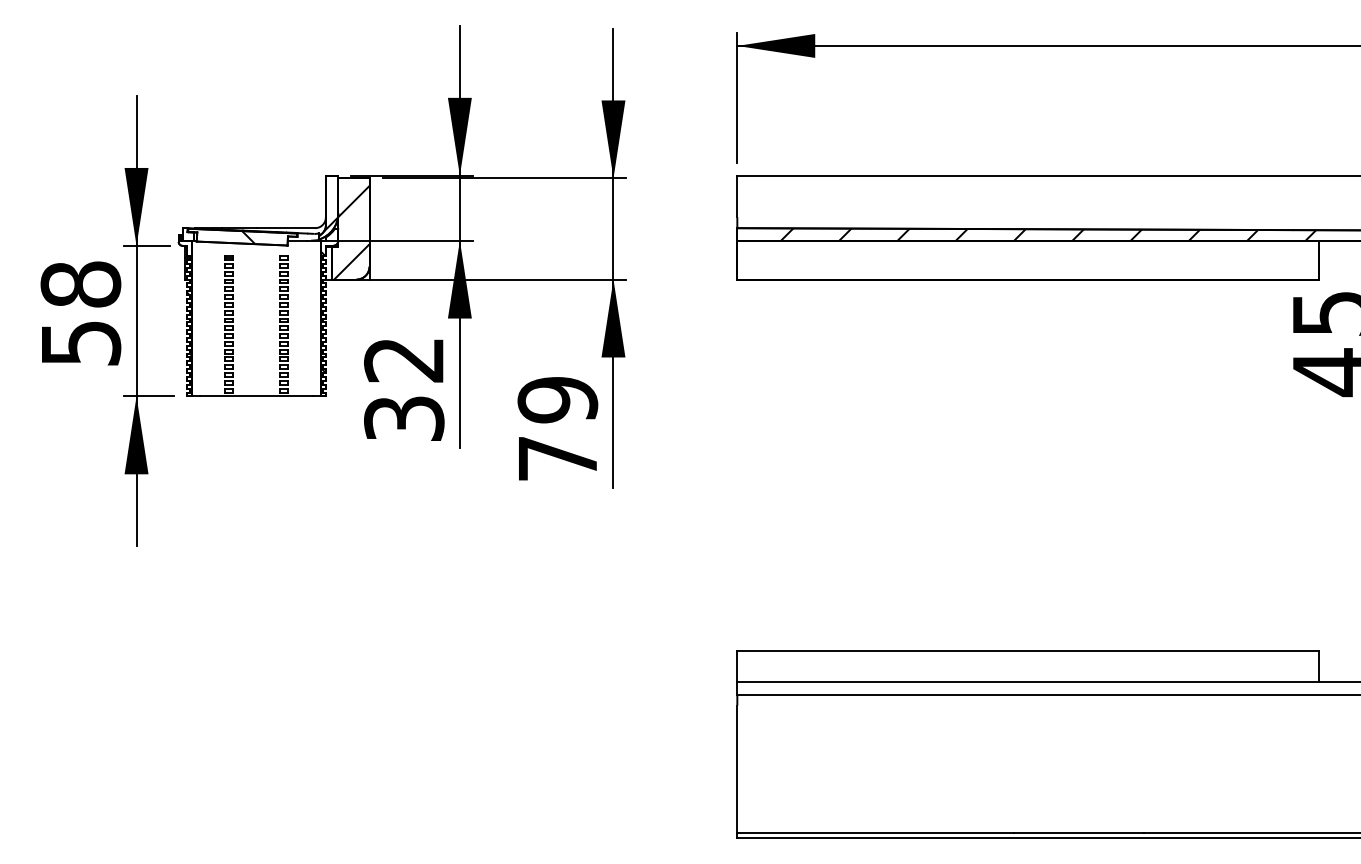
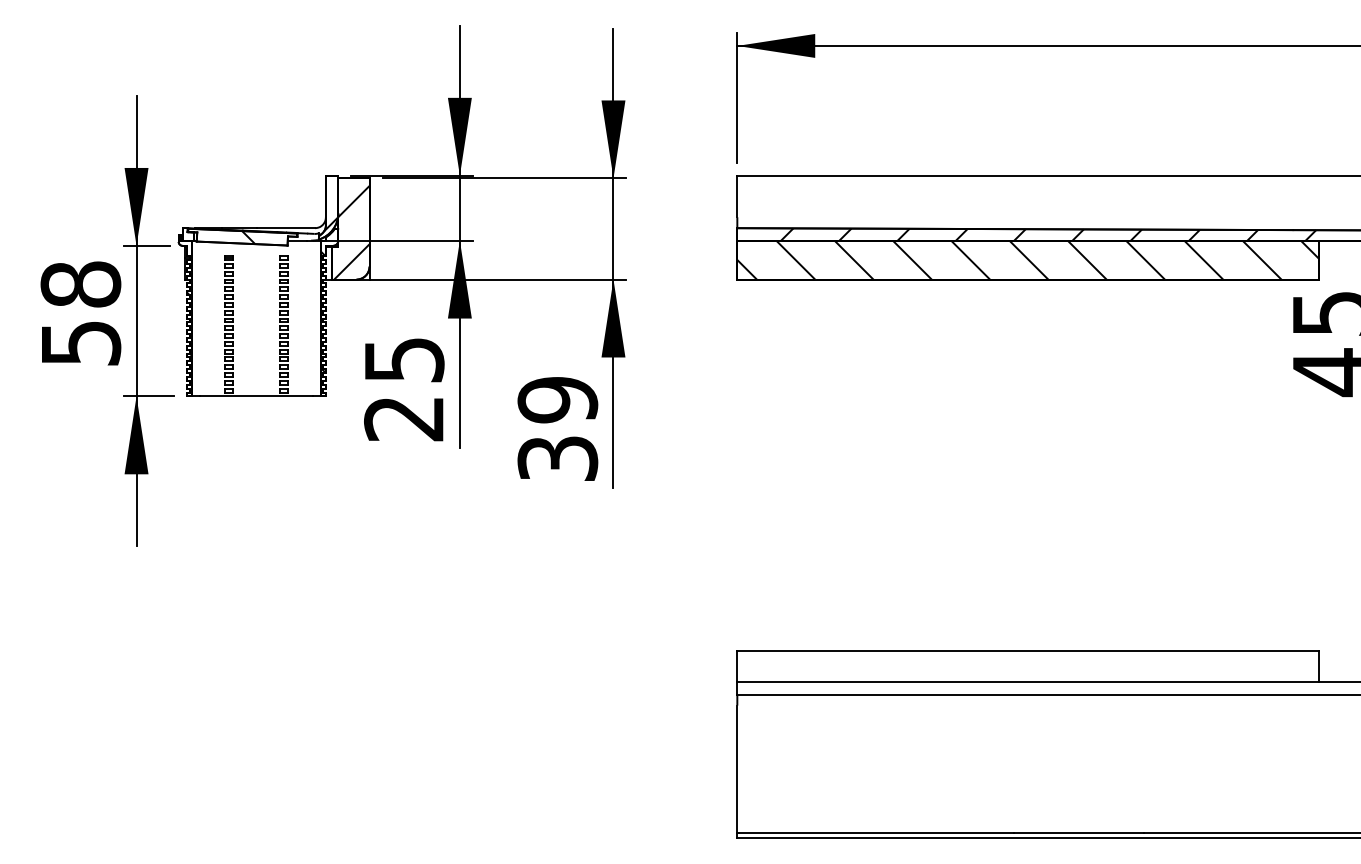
hatch at (1027, 259): none -> present
text at (404, 389): 32 -> 25
text at (557, 458): 79 -> 39
